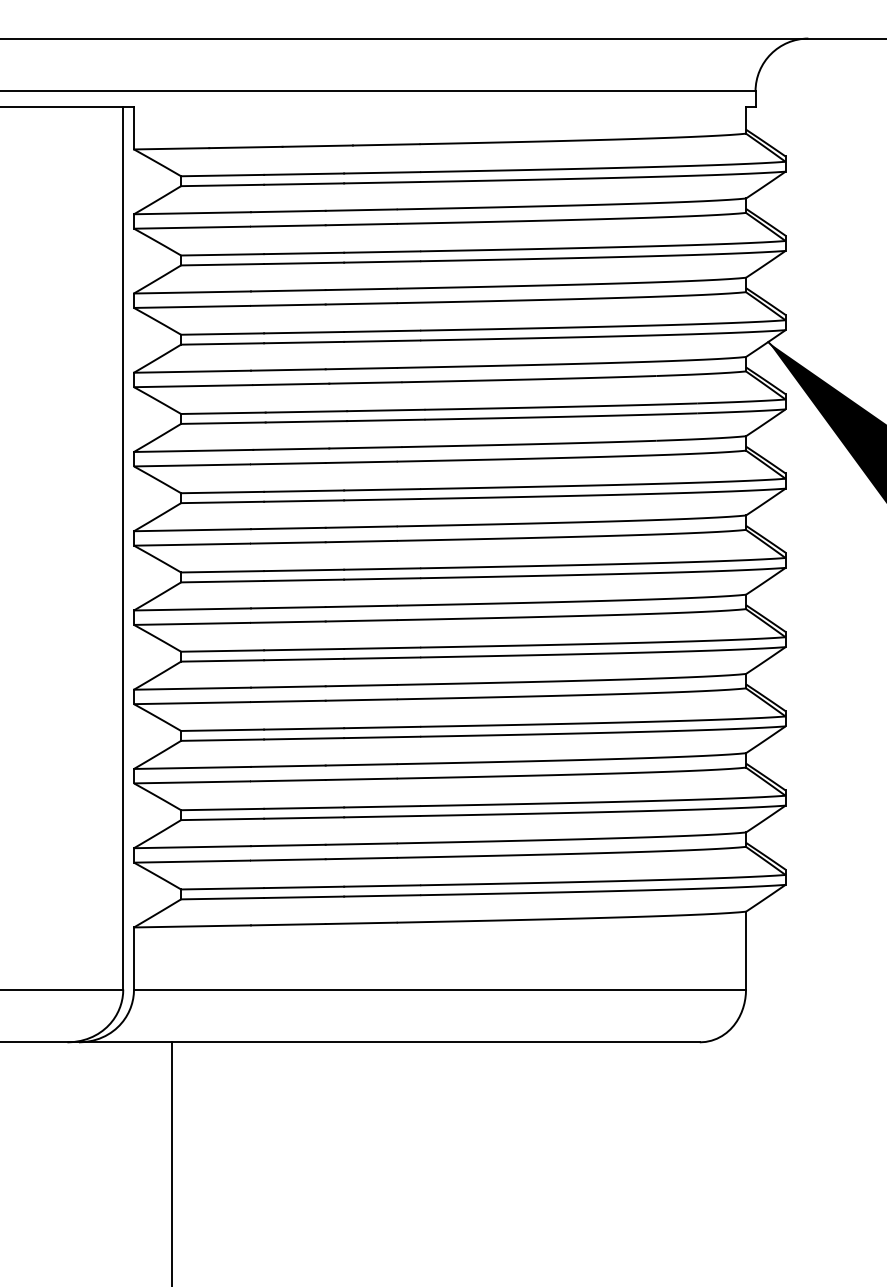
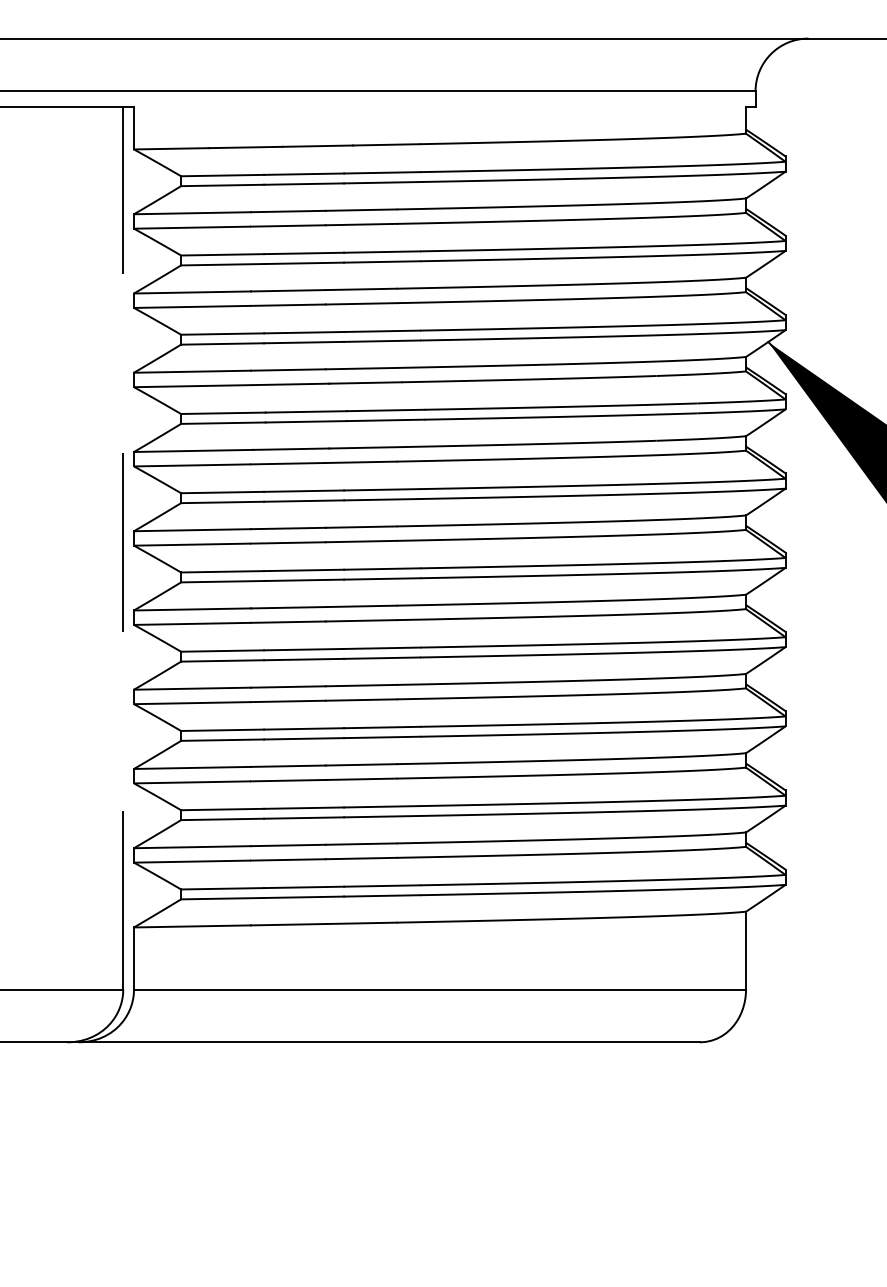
line at (123, 547): solid -> dashed
line at (172, 1162): present -> none
